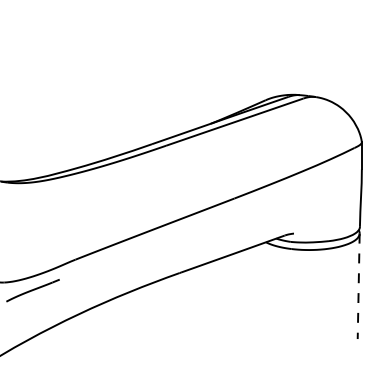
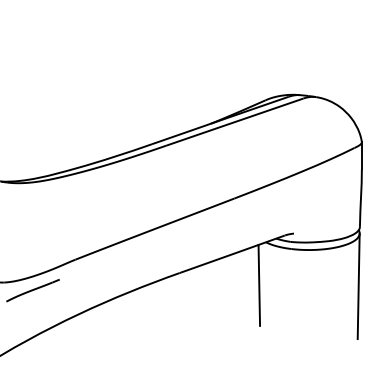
line at (259, 285): none -> present
line at (358, 286): dashed -> solid
